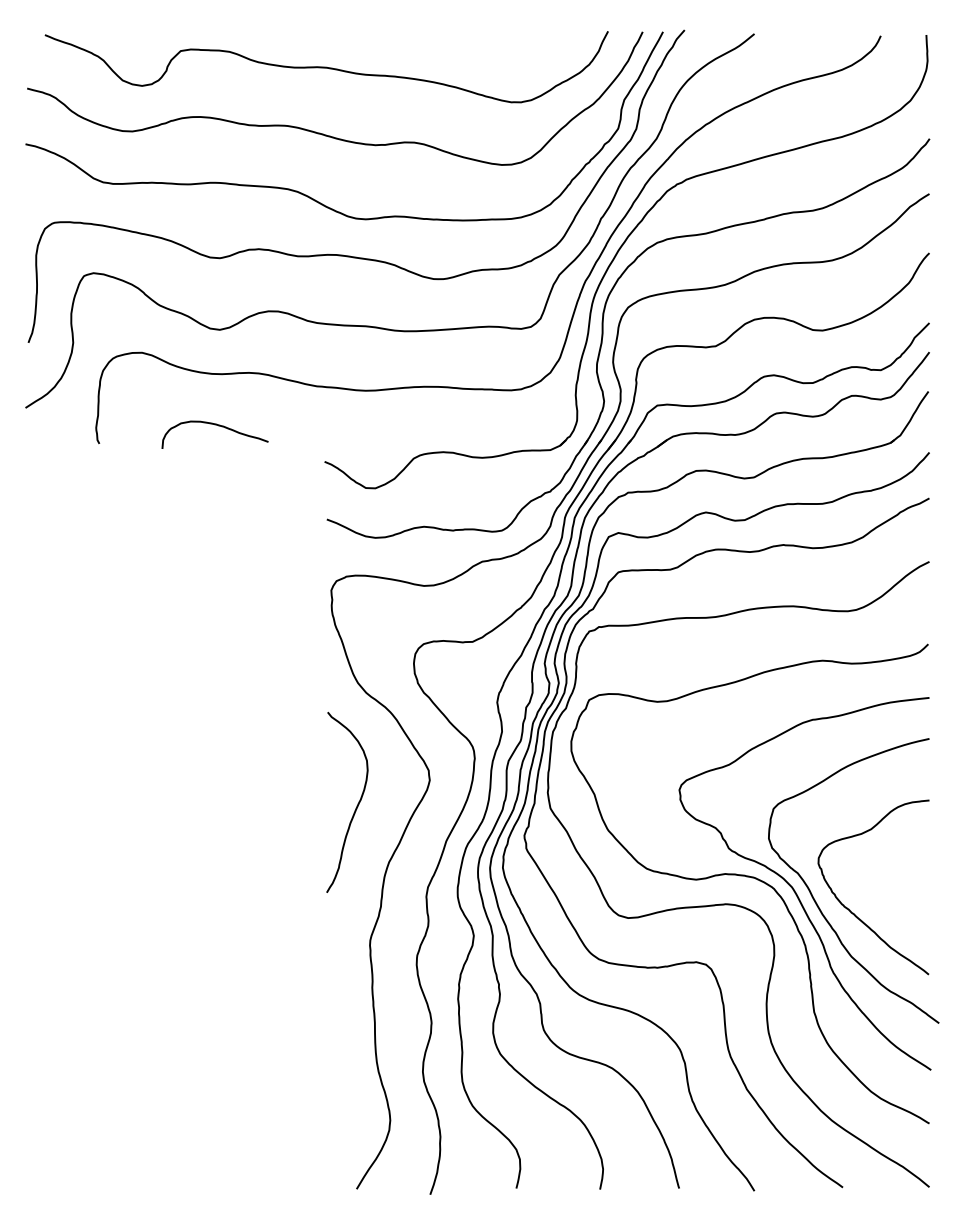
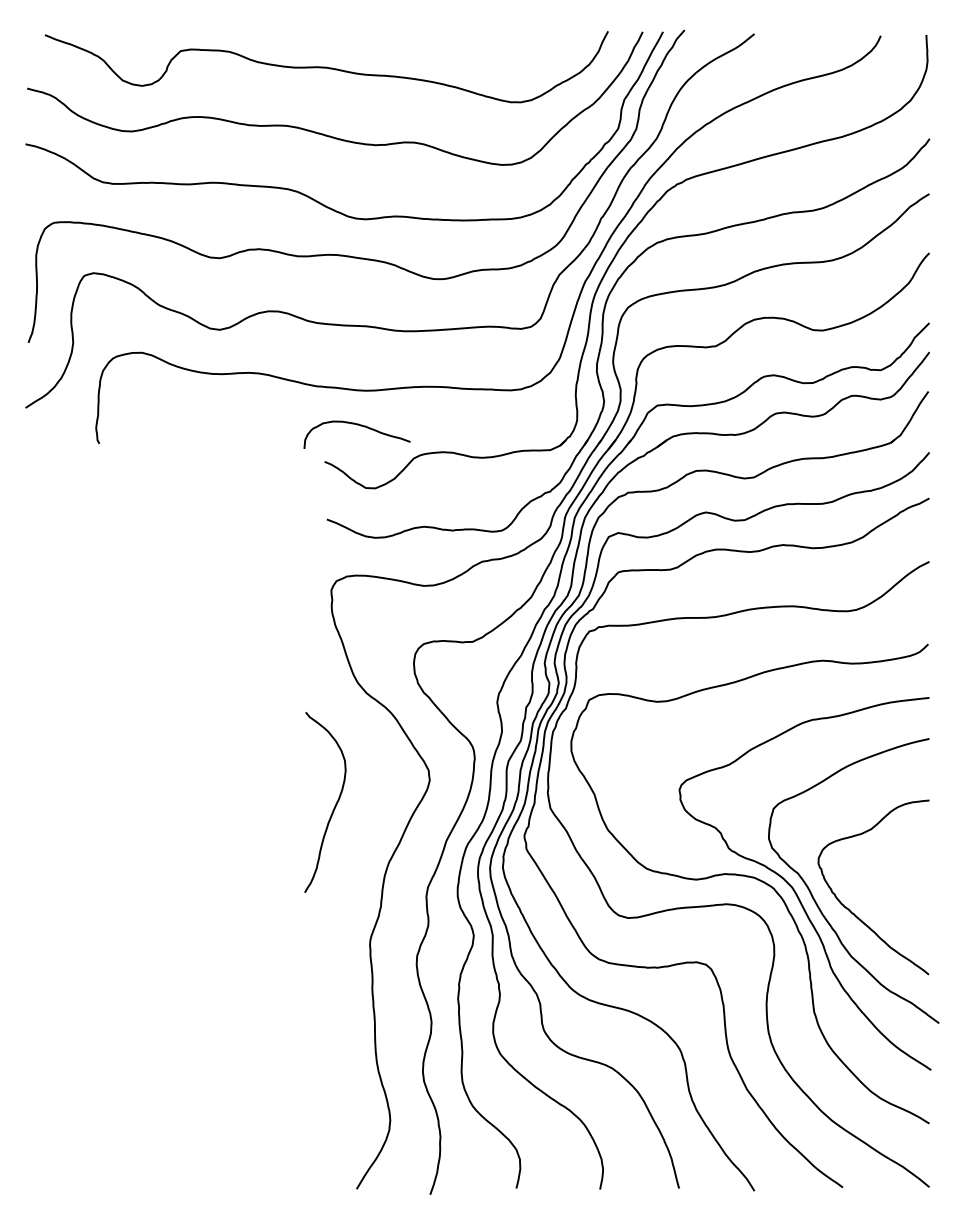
curve at (218, 426) position: (218, 426) -> (360, 426)
curve at (356, 805) position: (356, 805) -> (334, 805)
